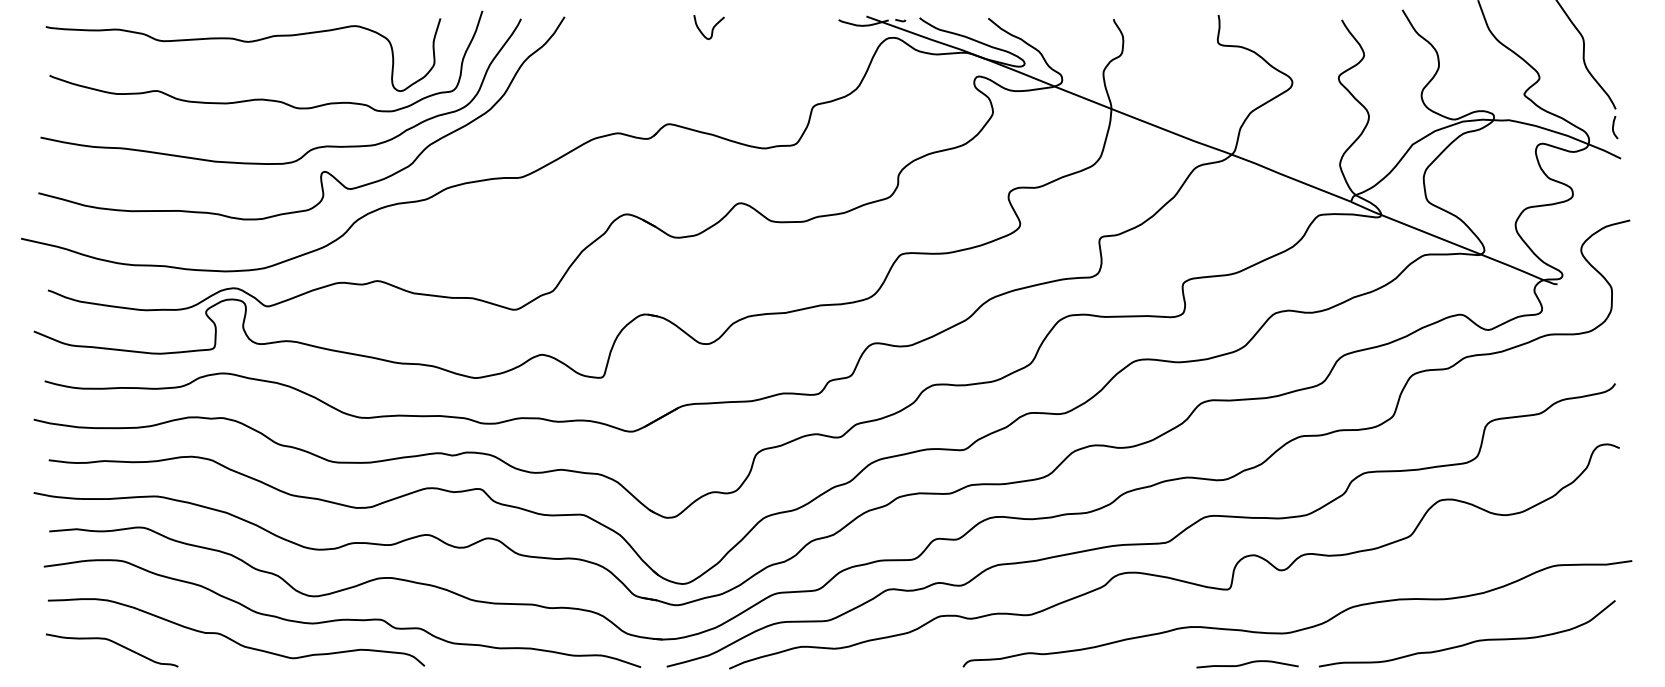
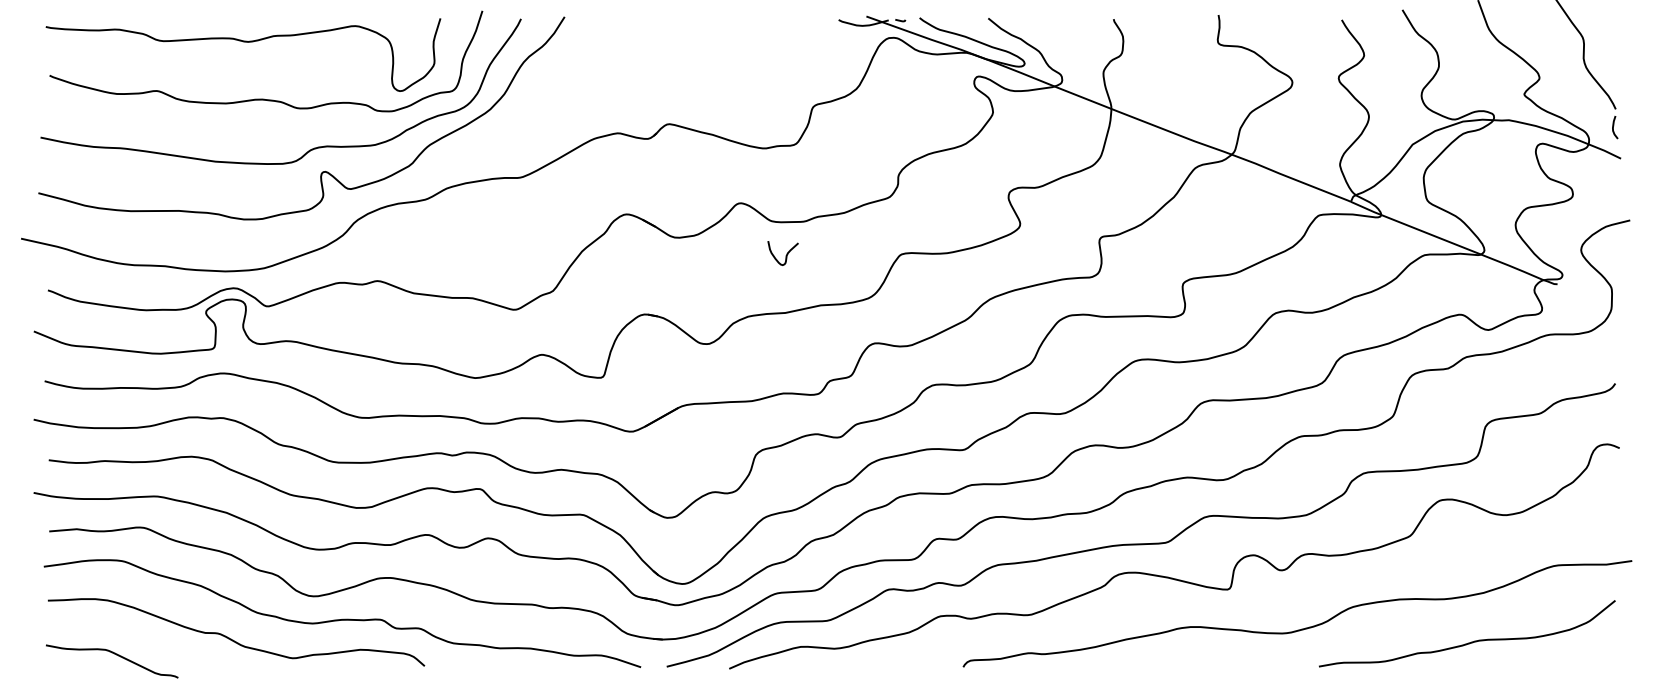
curve at (711, 29) position: (711, 29) -> (785, 255)
curve at (116, 644) position: (116, 644) -> (116, 655)
curve at (1247, 664): present -> none
